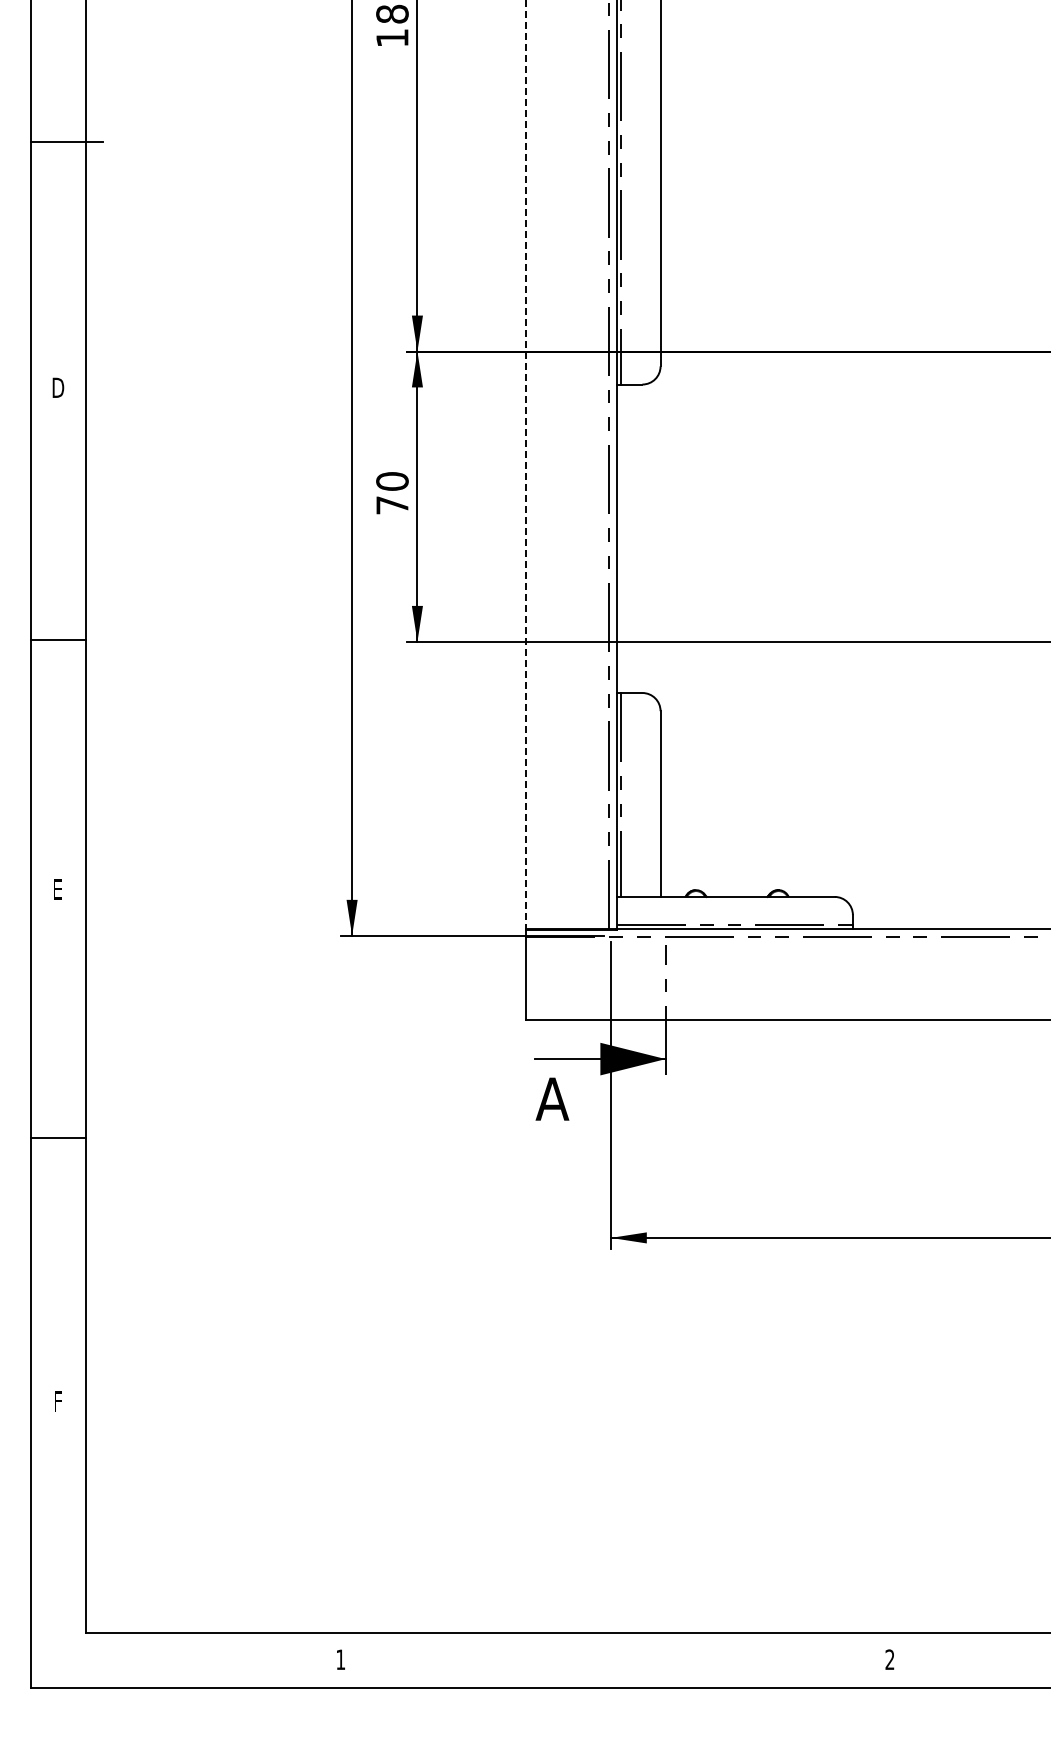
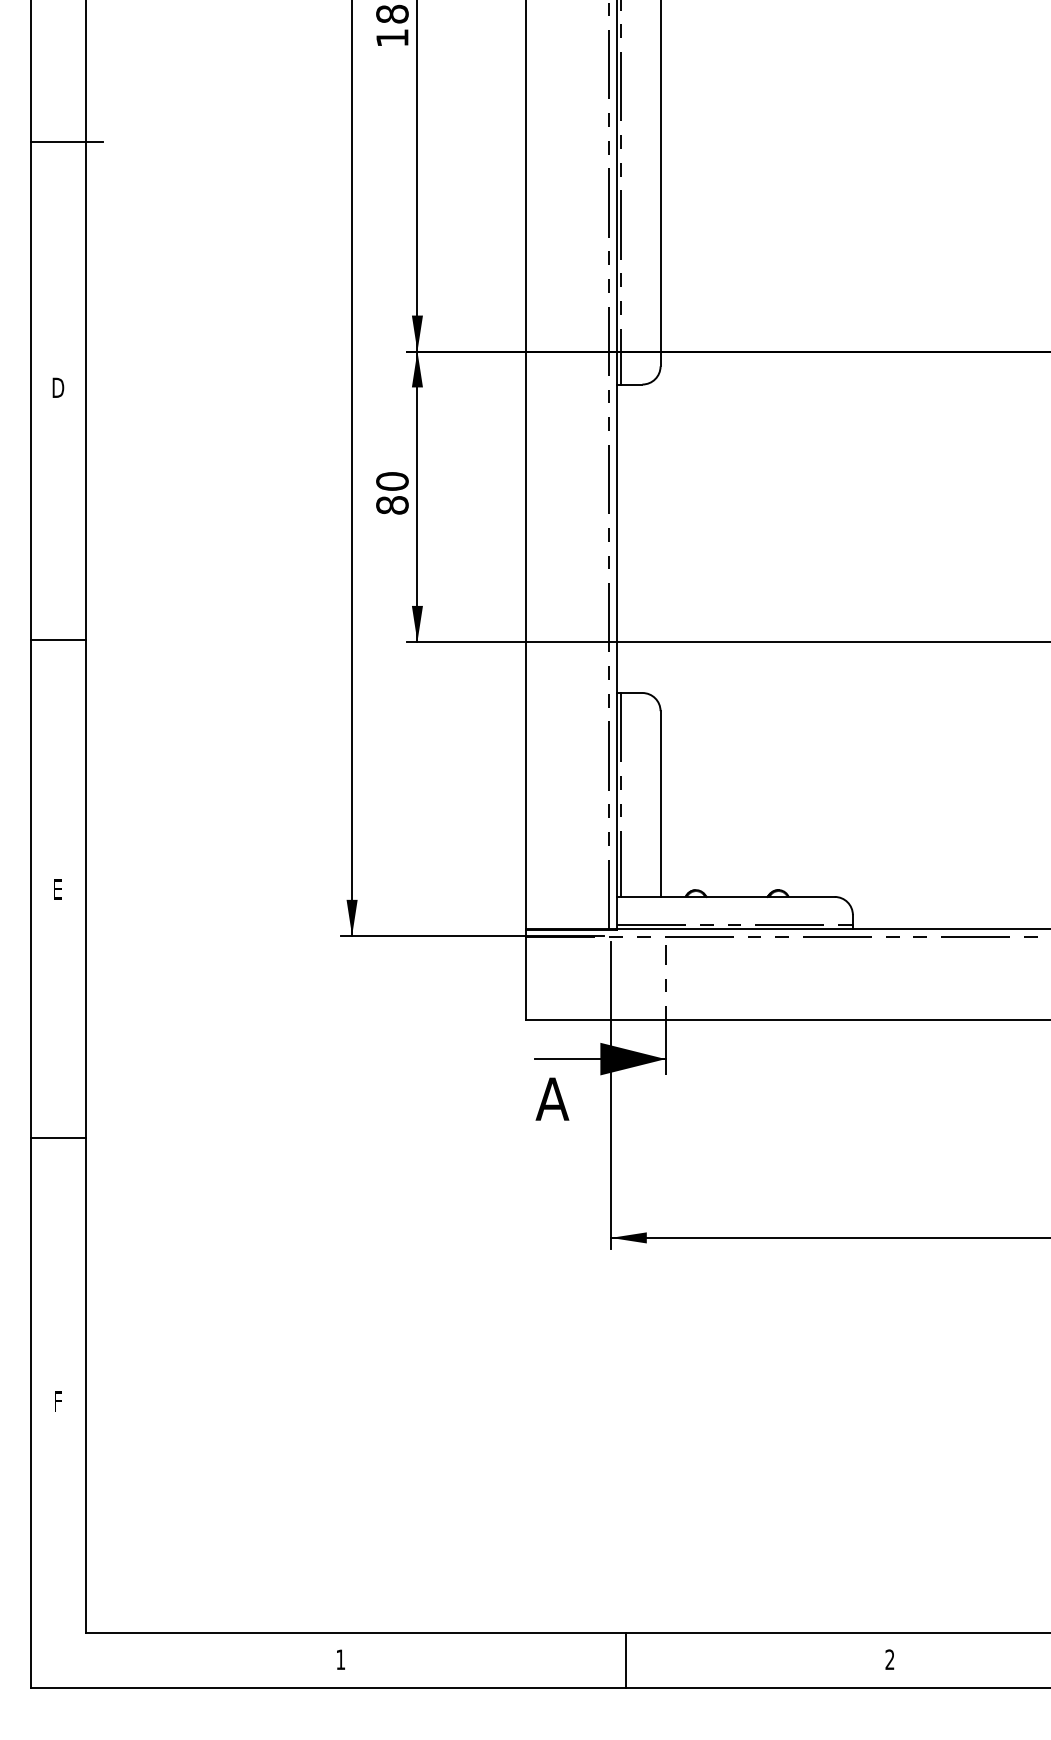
line at (526, 465): dashed -> solid
text at (392, 505): 70 -> 80
line at (626, 1659): none -> present
